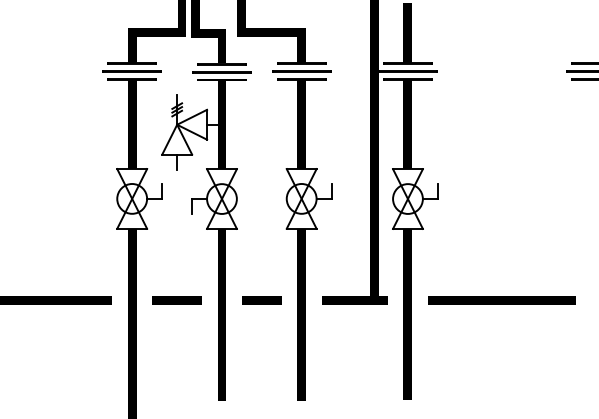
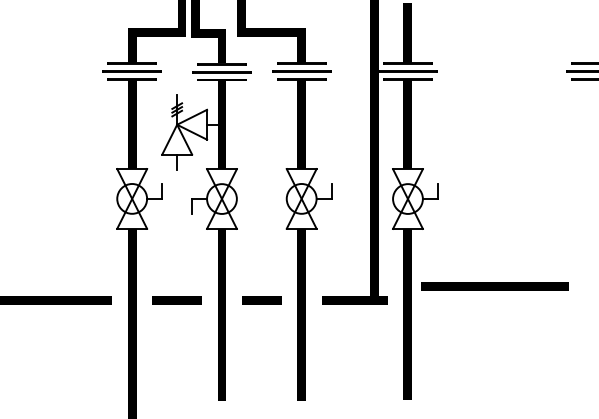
line at (501, 300) position: (501, 300) -> (494, 286)
